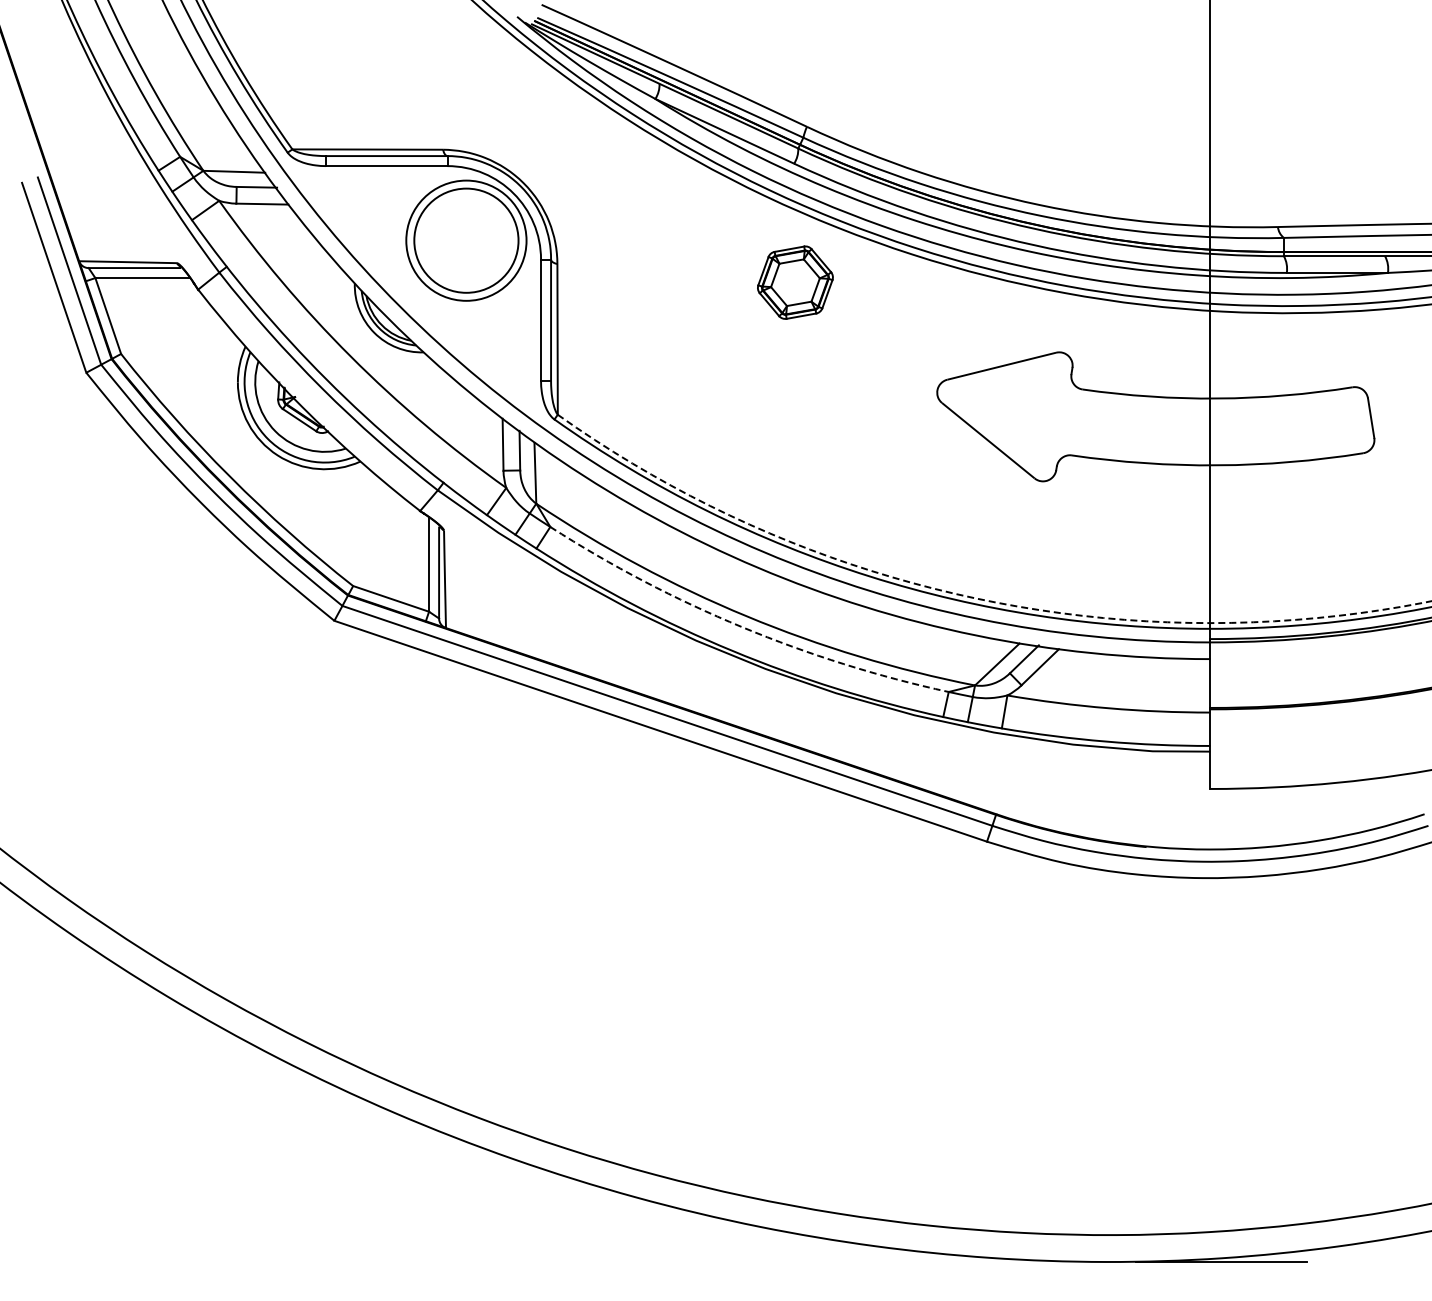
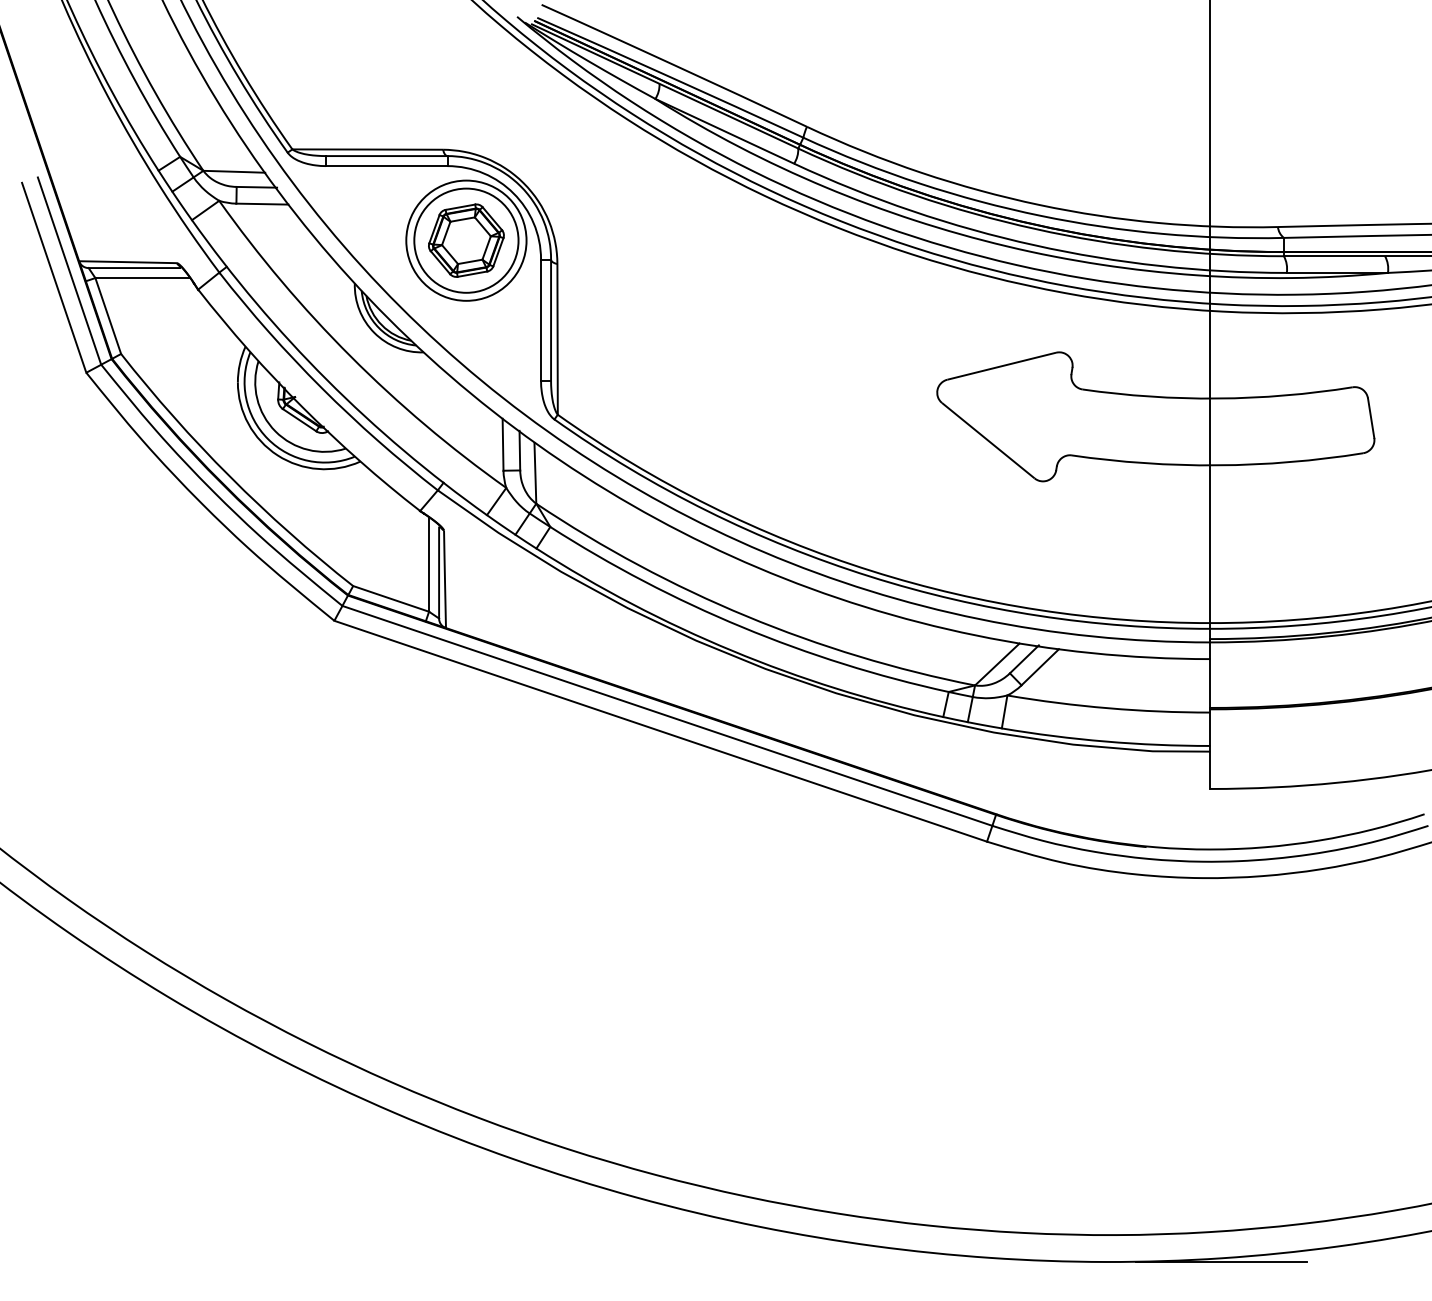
part at (795, 282) position: (795, 282) -> (466, 240)
arc at (976, 598): dashed -> solid
arc at (742, 627): dashed -> solid
